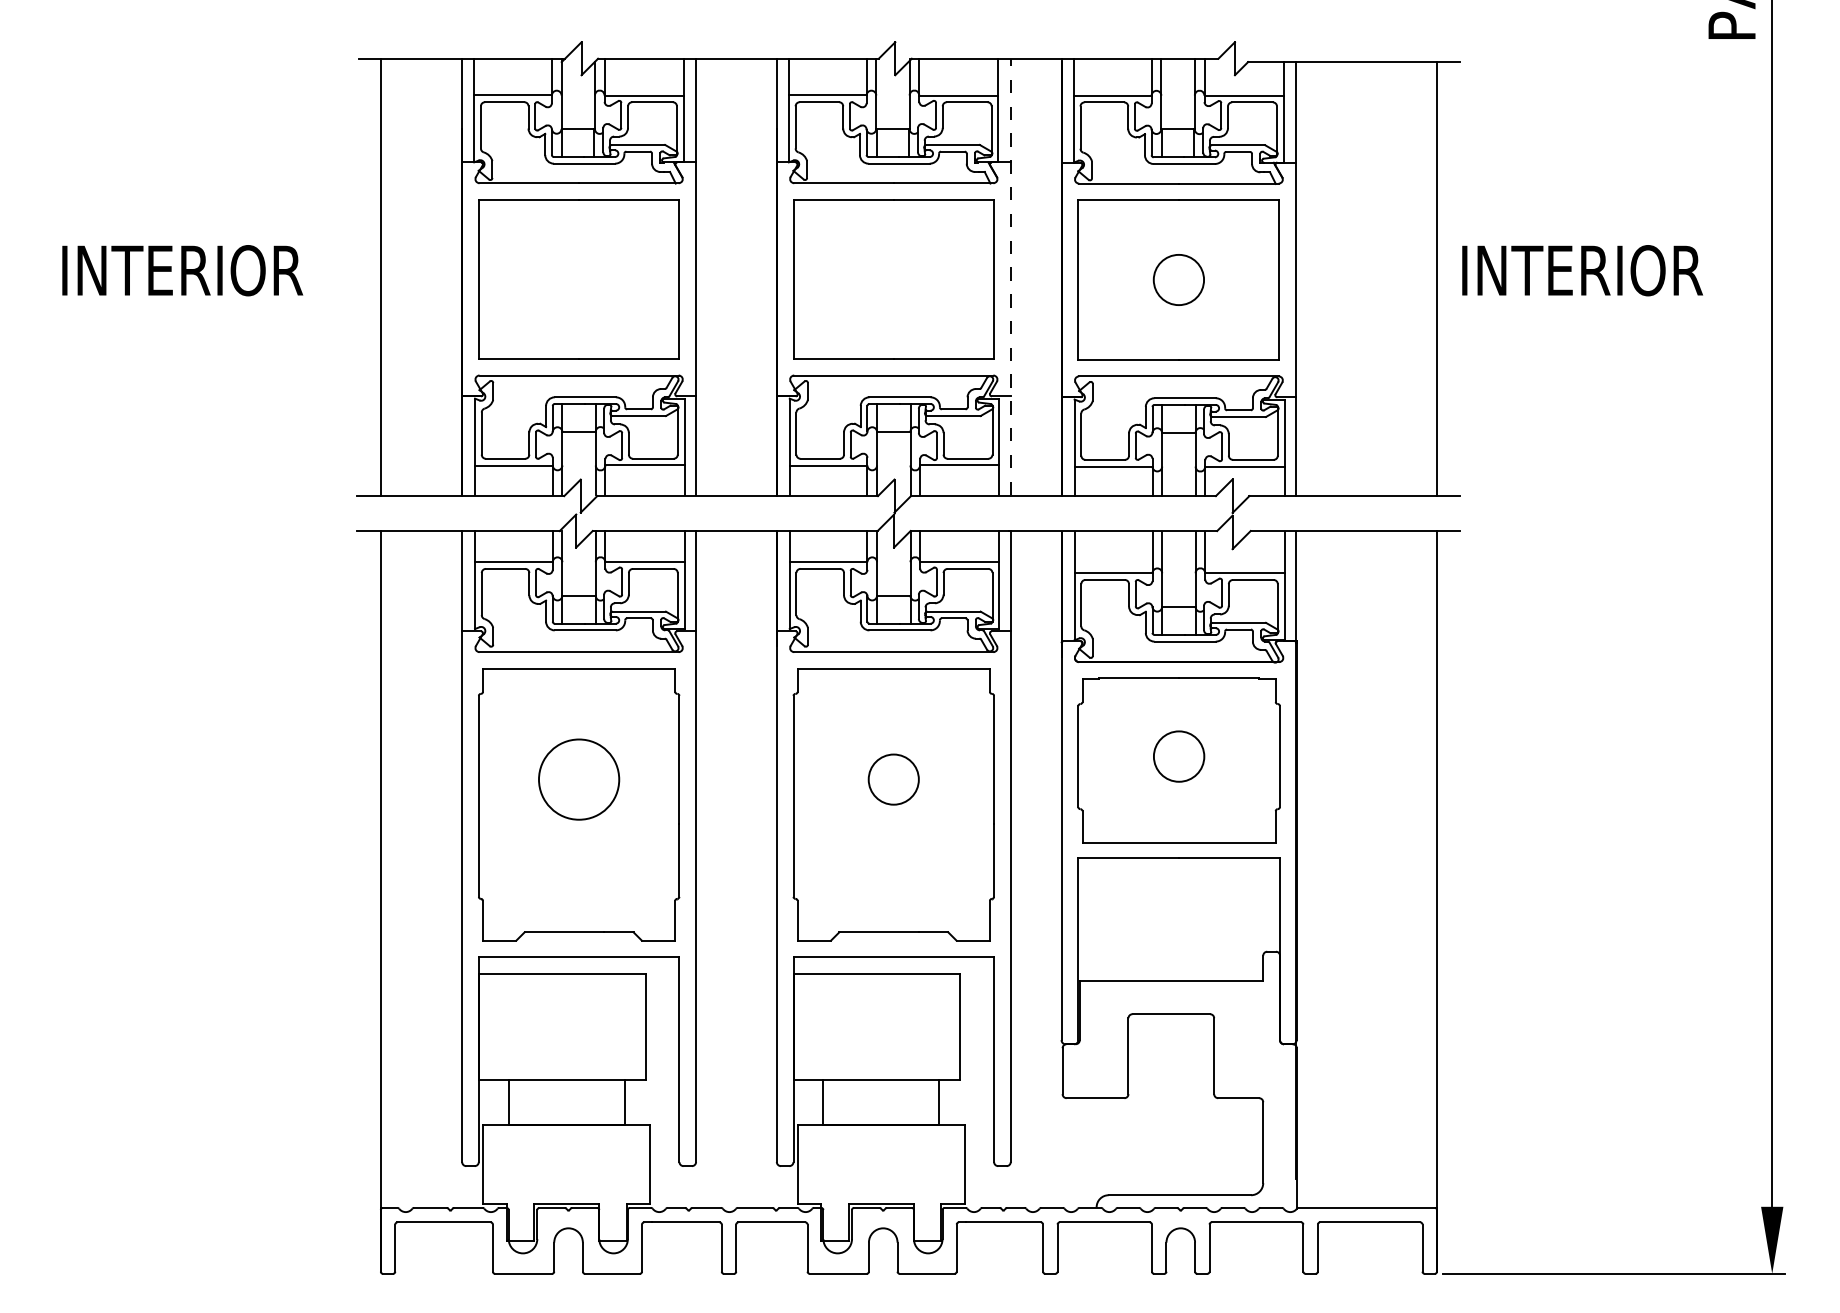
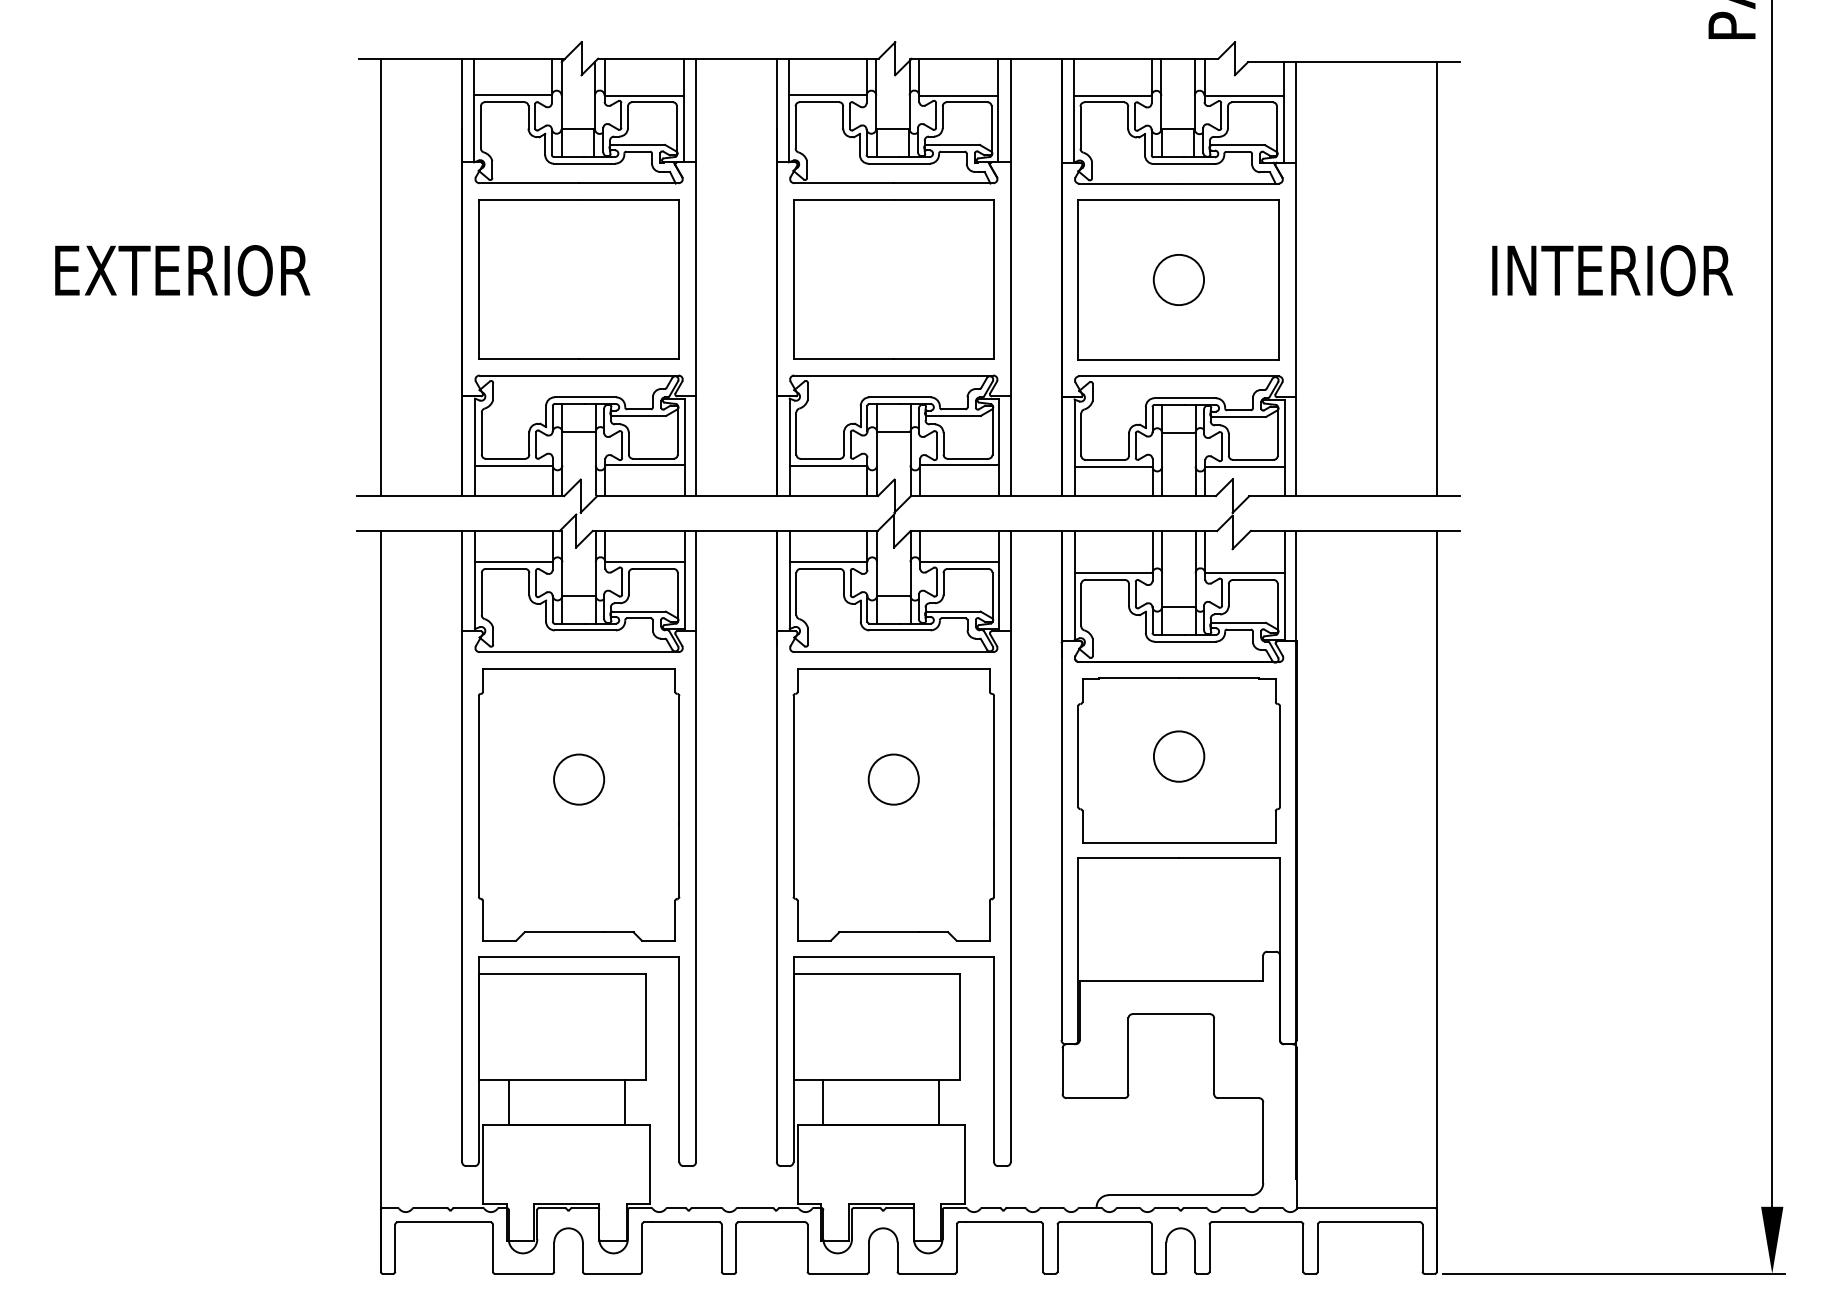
text at (182, 270): INTERIOR -> EXTERIOR
text at (1582, 270) position: (1582, 270) -> (1612, 270)
line at (1010, 276): dashed -> solid
circle at (579, 779) diameter: 80 px -> 50 px
